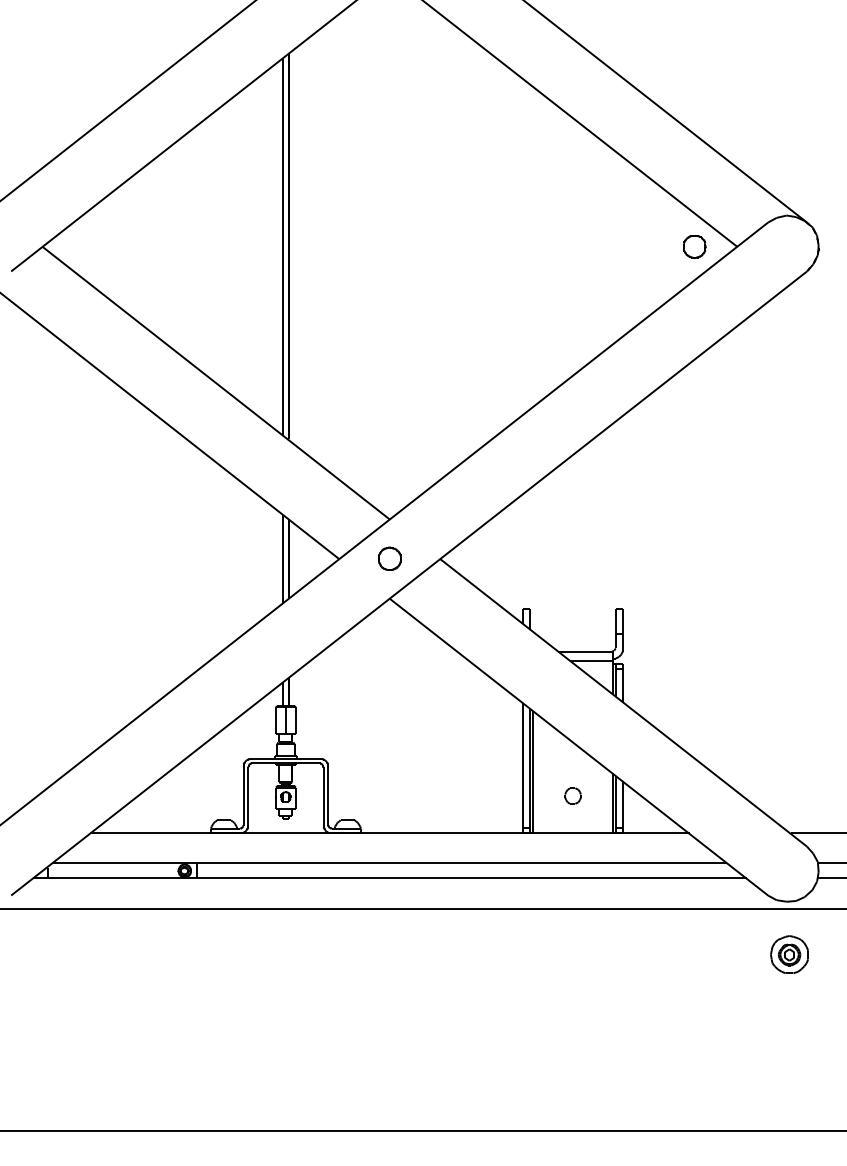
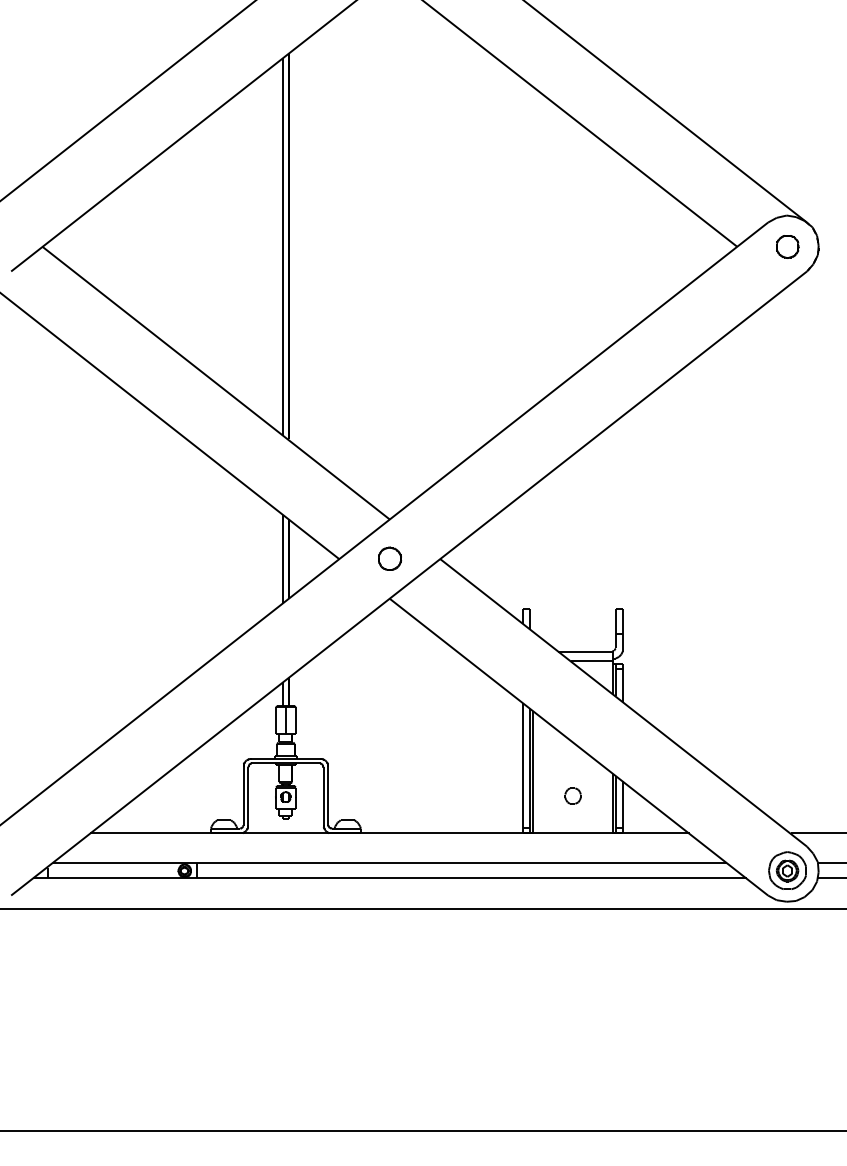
part at (694, 246) position: (694, 246) -> (787, 246)
part at (789, 954) position: (789, 954) -> (787, 870)
